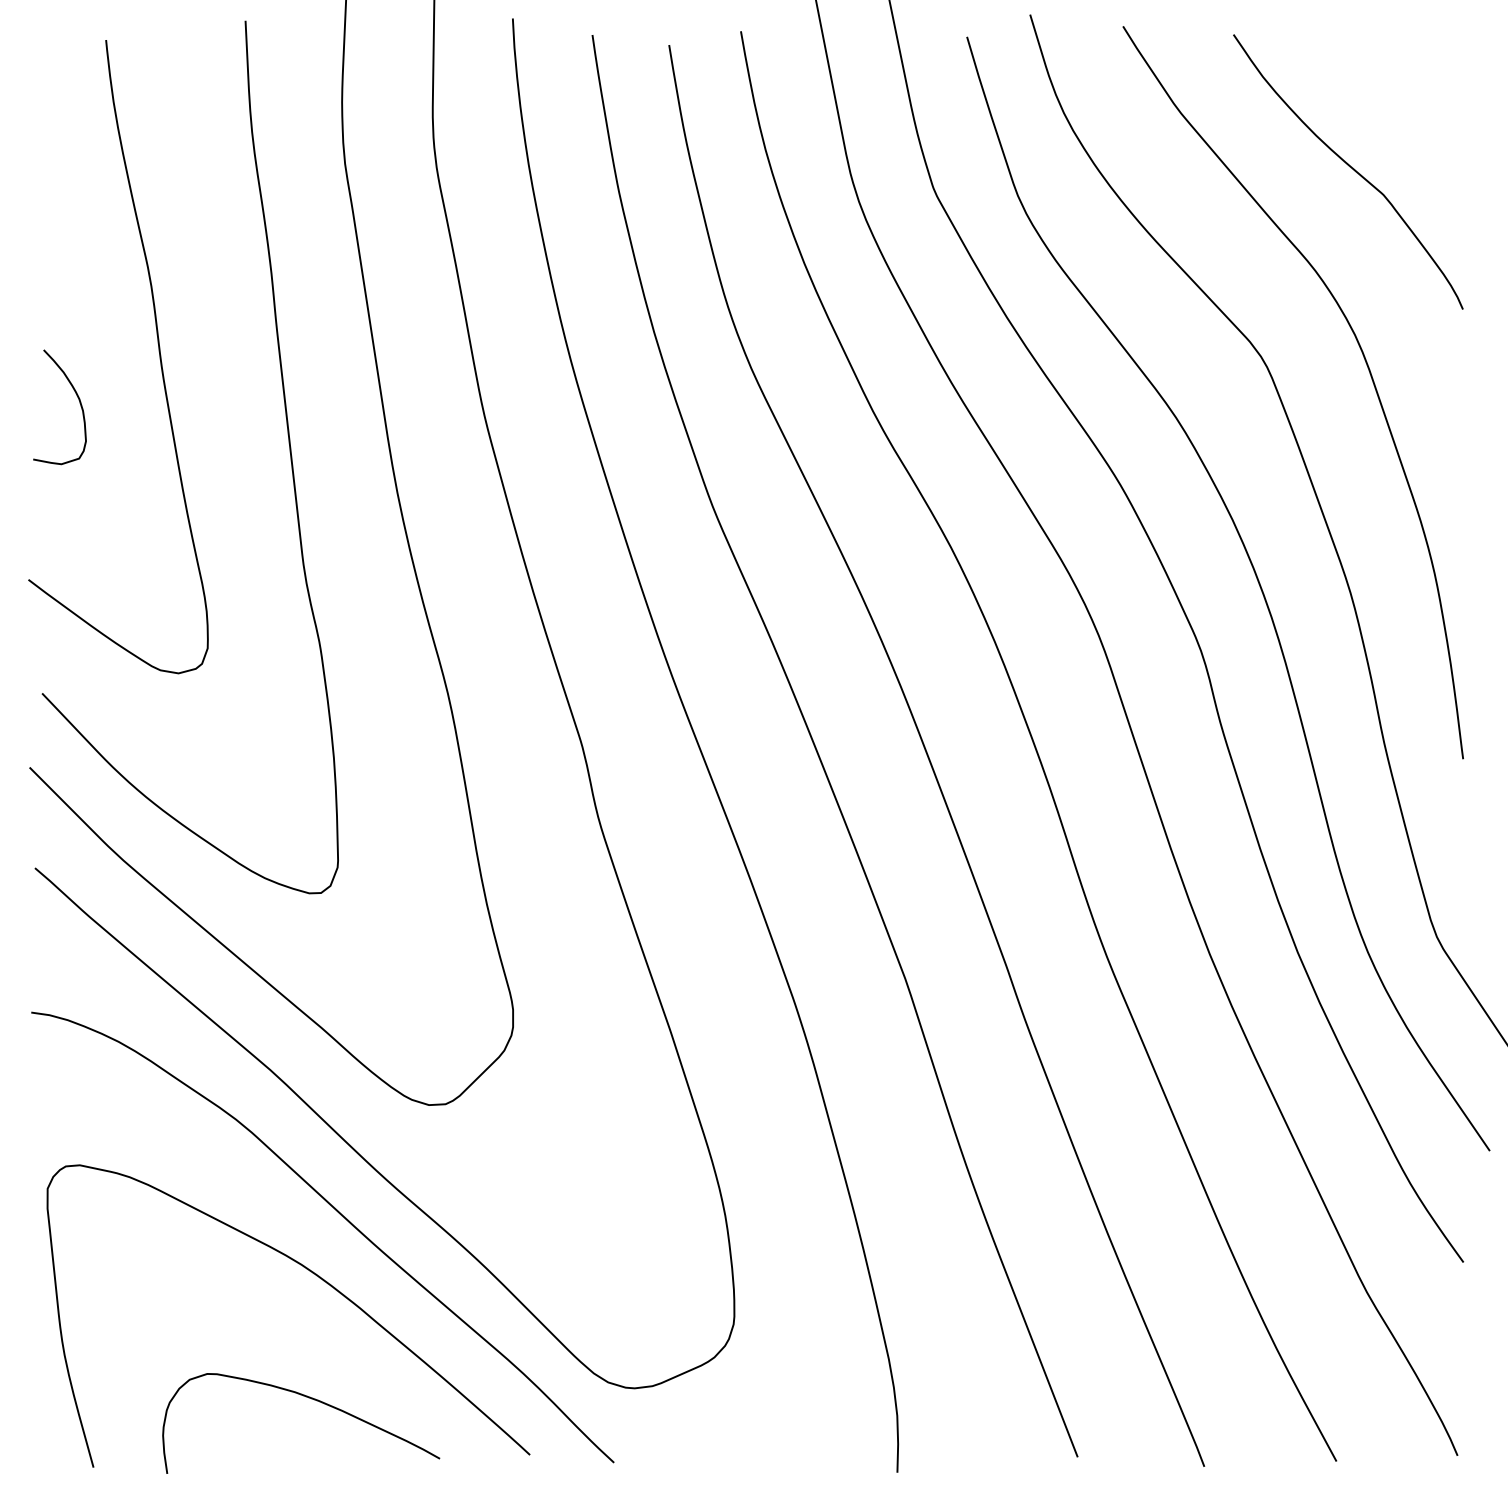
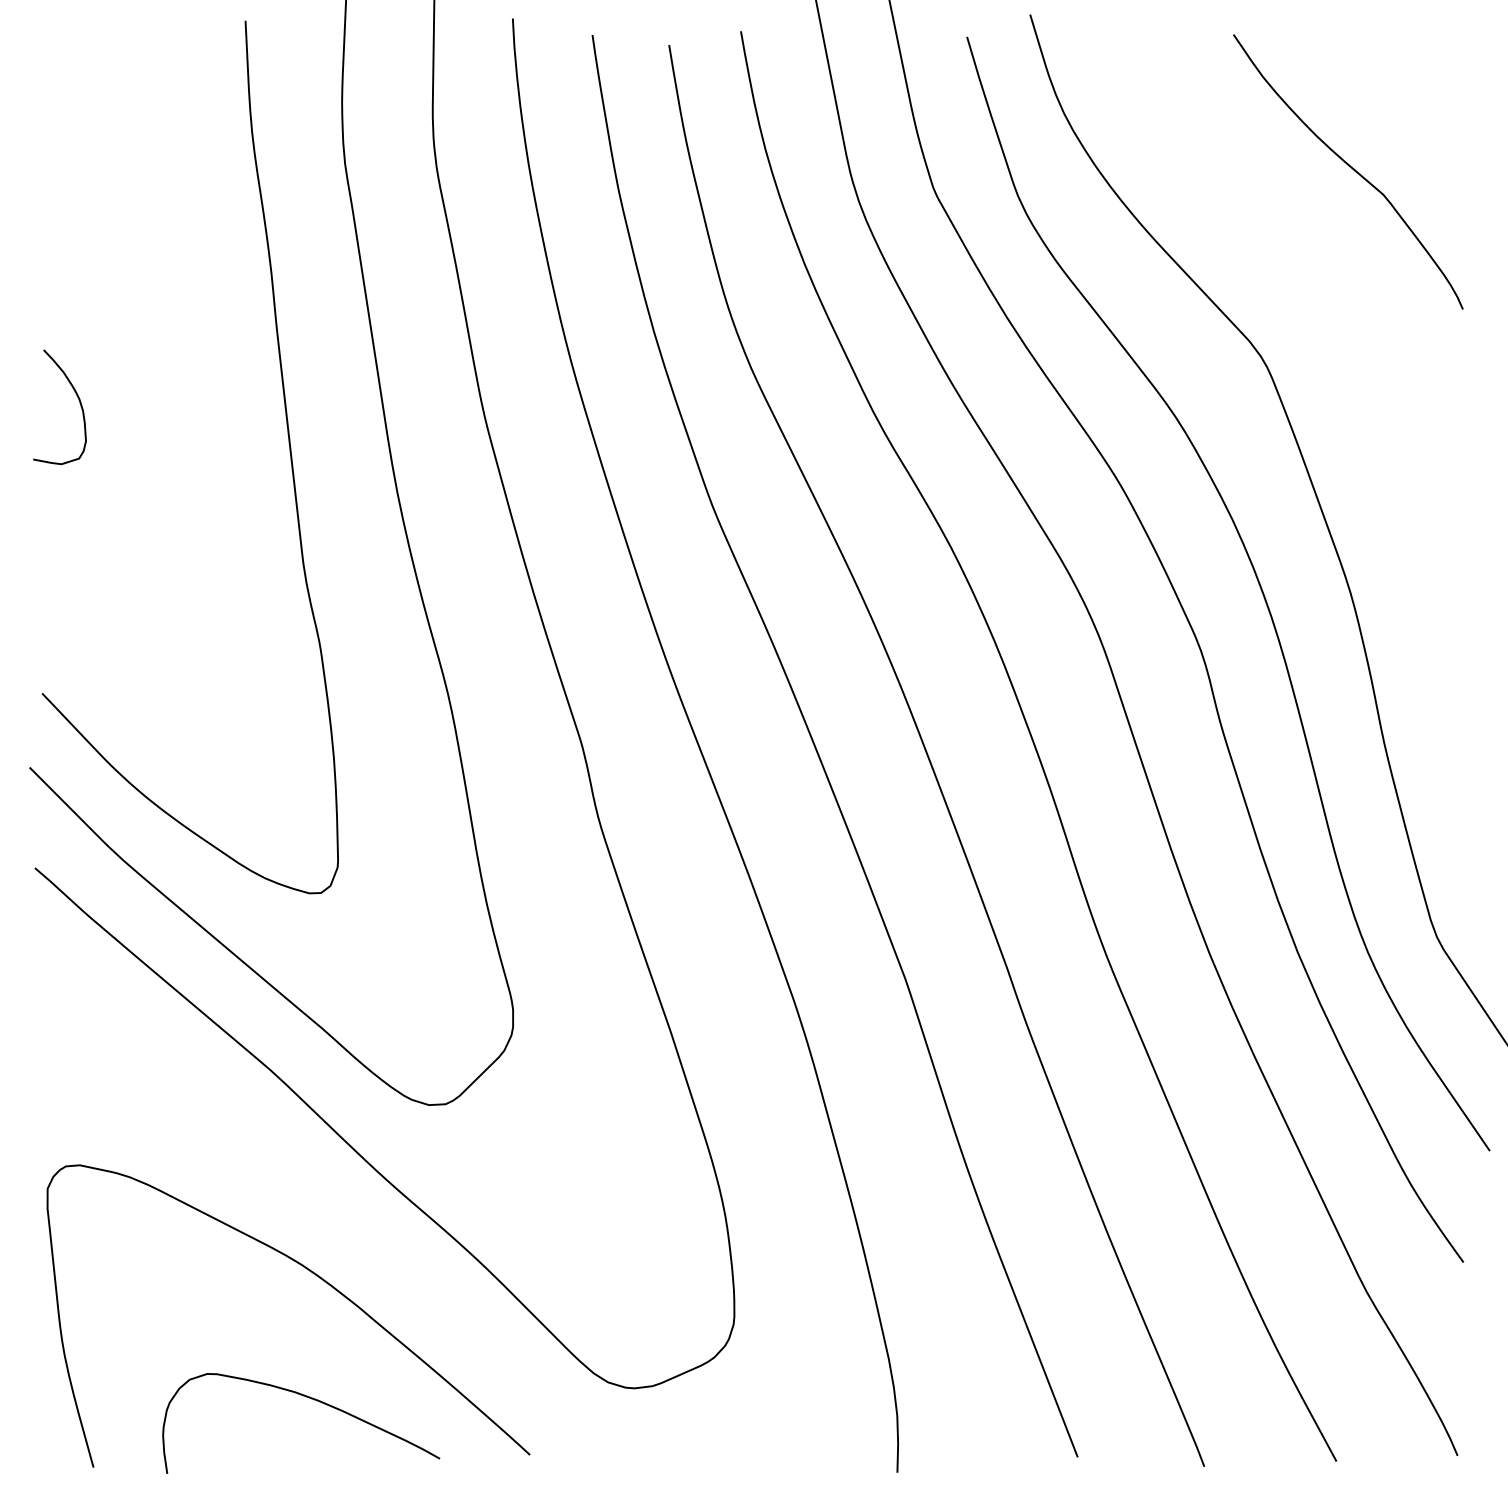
curve at (158, 351): present -> none
curve at (1365, 363): present -> none
curve at (341, 1216): present -> none
